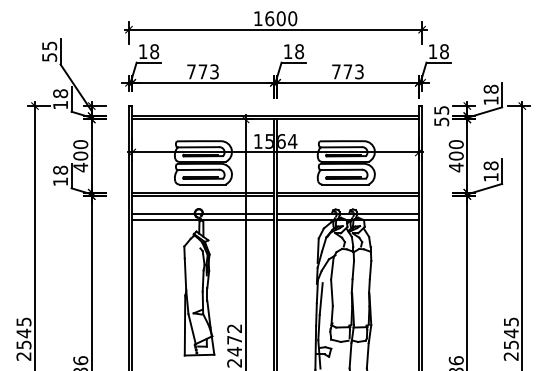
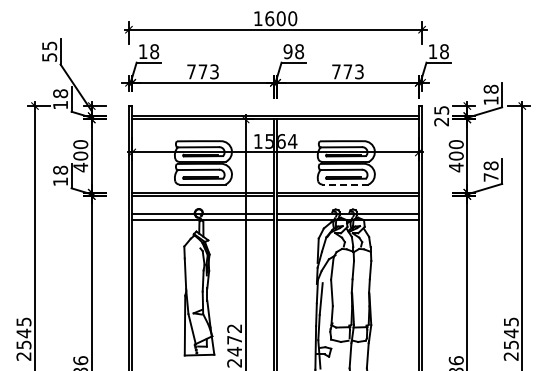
text at (287, 51): 18 -> 98
text at (441, 121): 55 -> 25
text at (490, 177): 18 -> 78
line at (345, 184): solid -> dashed
